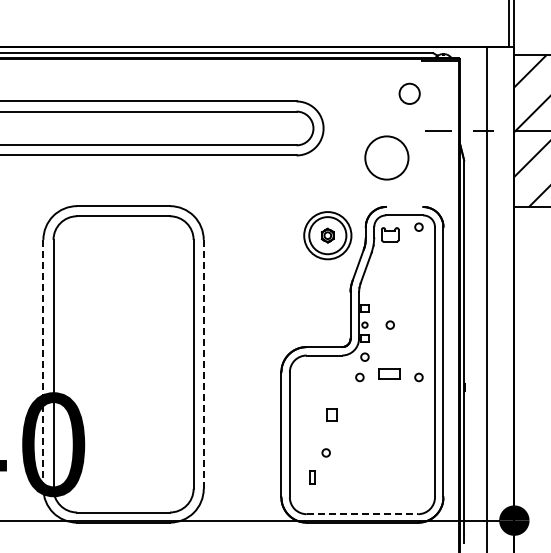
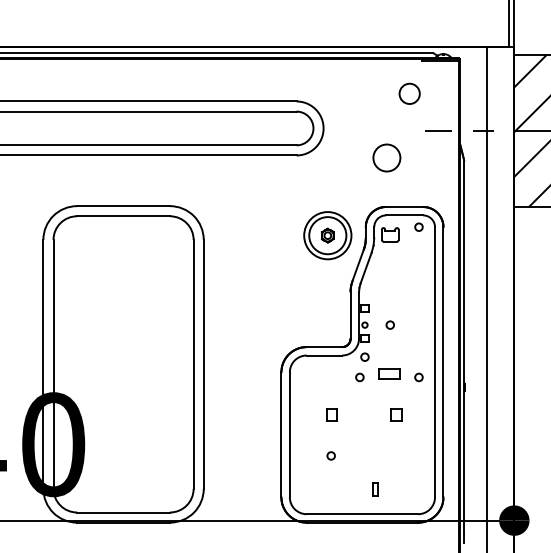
circle at (386, 157) diameter: 43 px -> 27 px
line at (404, 206): none -> present
line at (203, 363): dashed -> solid
line at (43, 364): dashed -> solid
part at (396, 414): none -> present
circle at (325, 452) position: (325, 452) -> (330, 455)
part at (312, 477) position: (312, 477) -> (375, 489)
line at (362, 514): dashed -> solid
